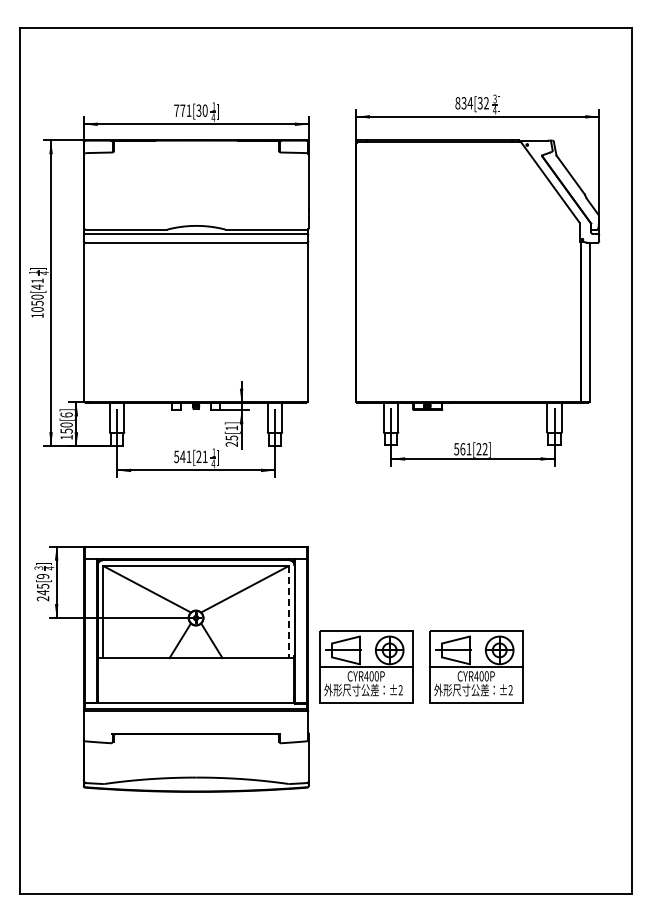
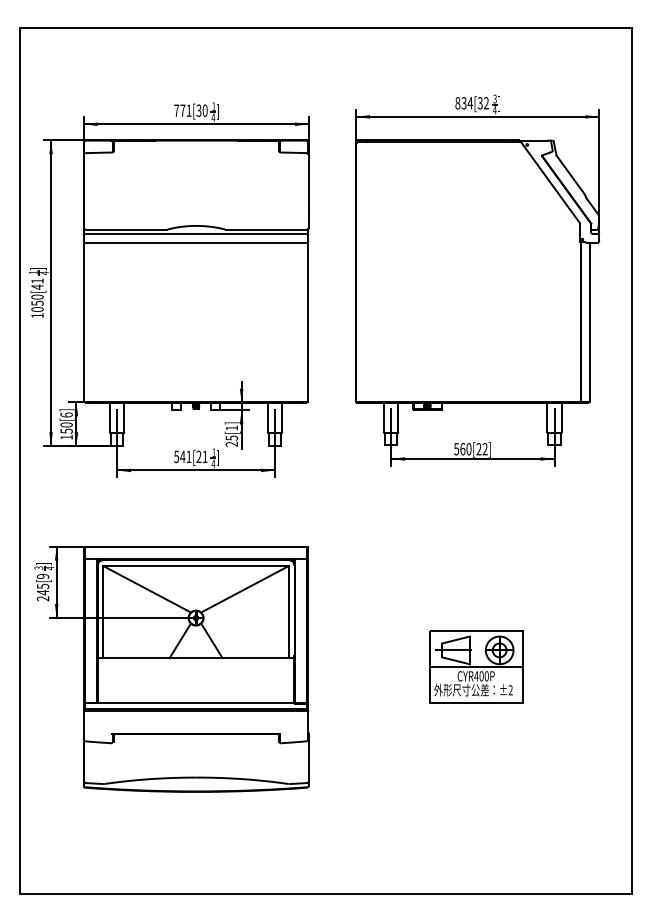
text at (468, 449): 561[22] -> 560[22]
line at (288, 612): dashed -> solid
part at (366, 666): present -> none
